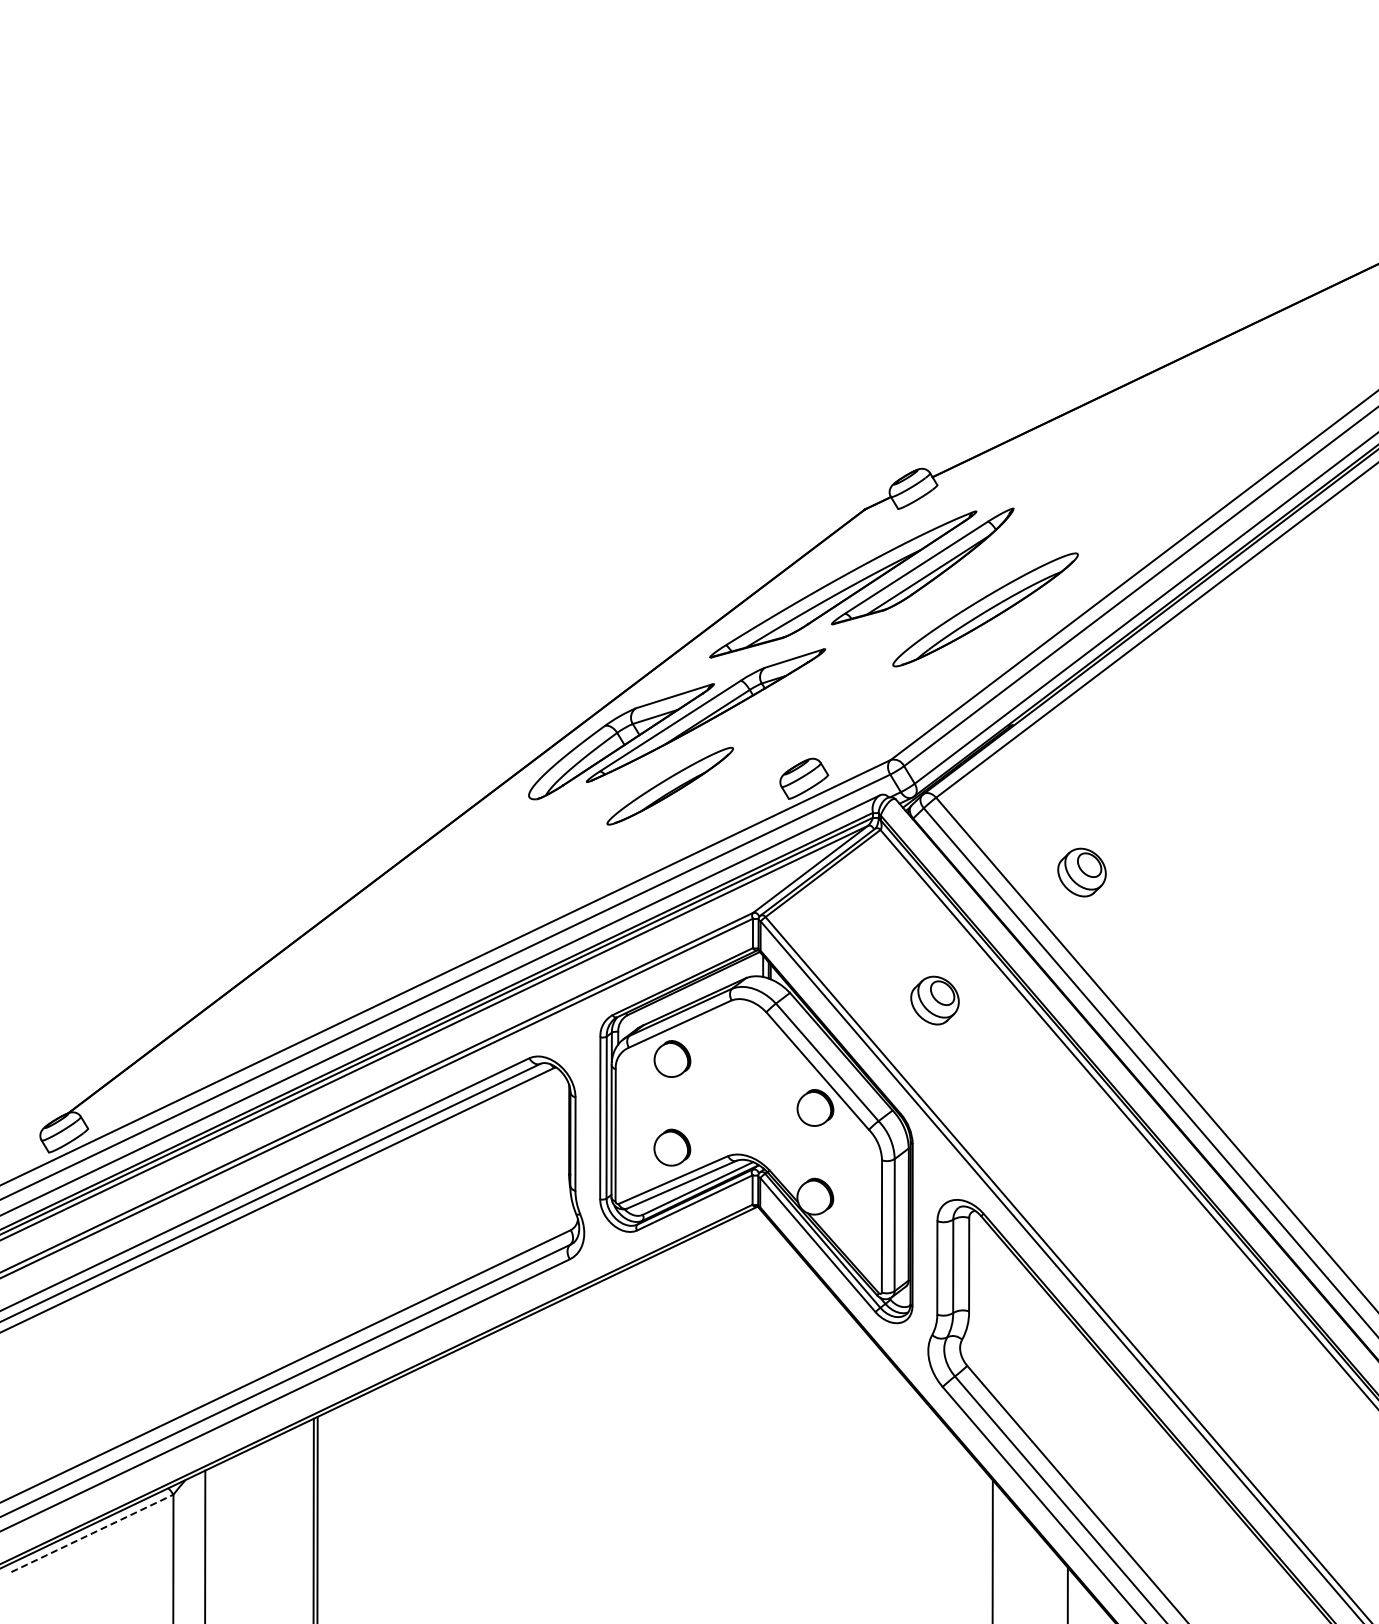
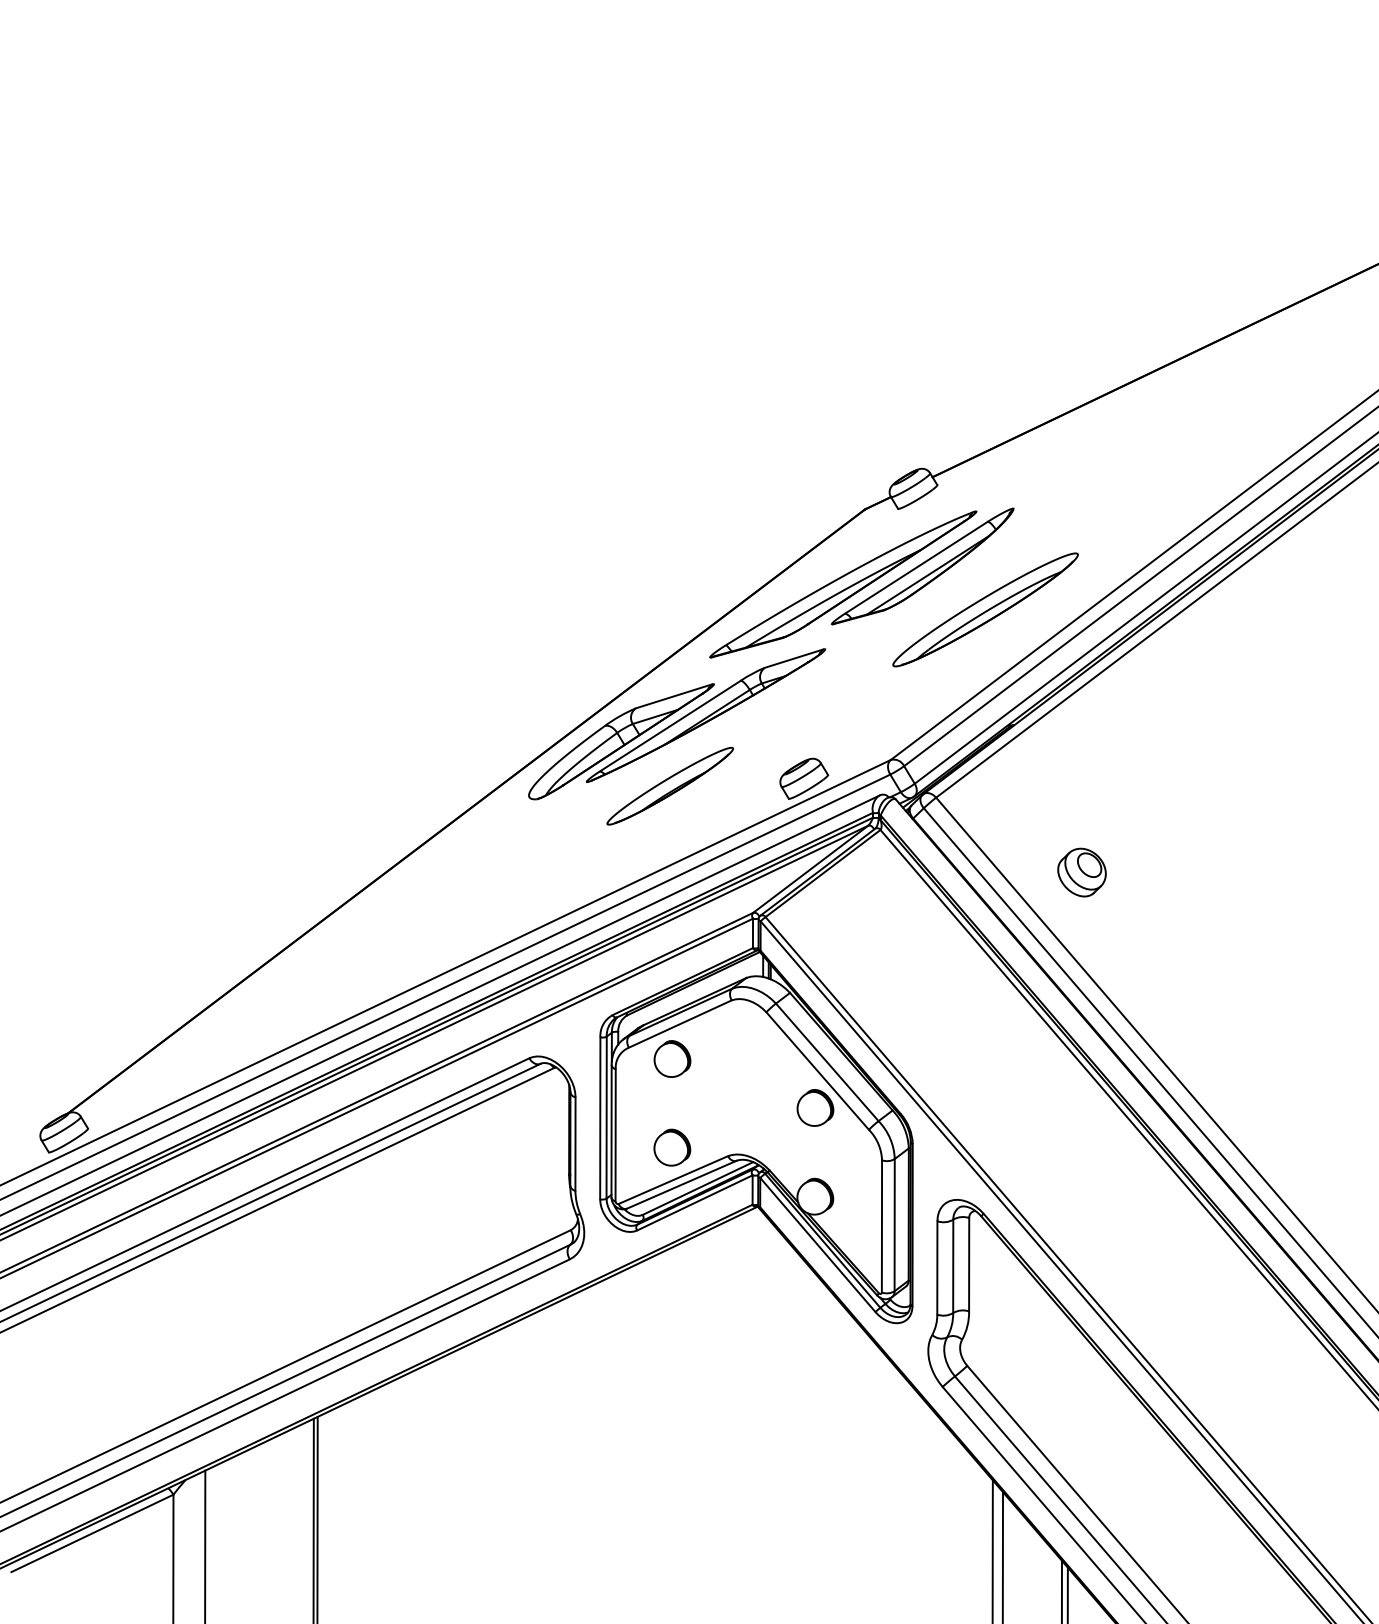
part at (934, 1000): present -> none
line at (92, 1533): dashed -> solid
line at (1002, 1556): none -> present
line at (1061, 1590): none -> present
